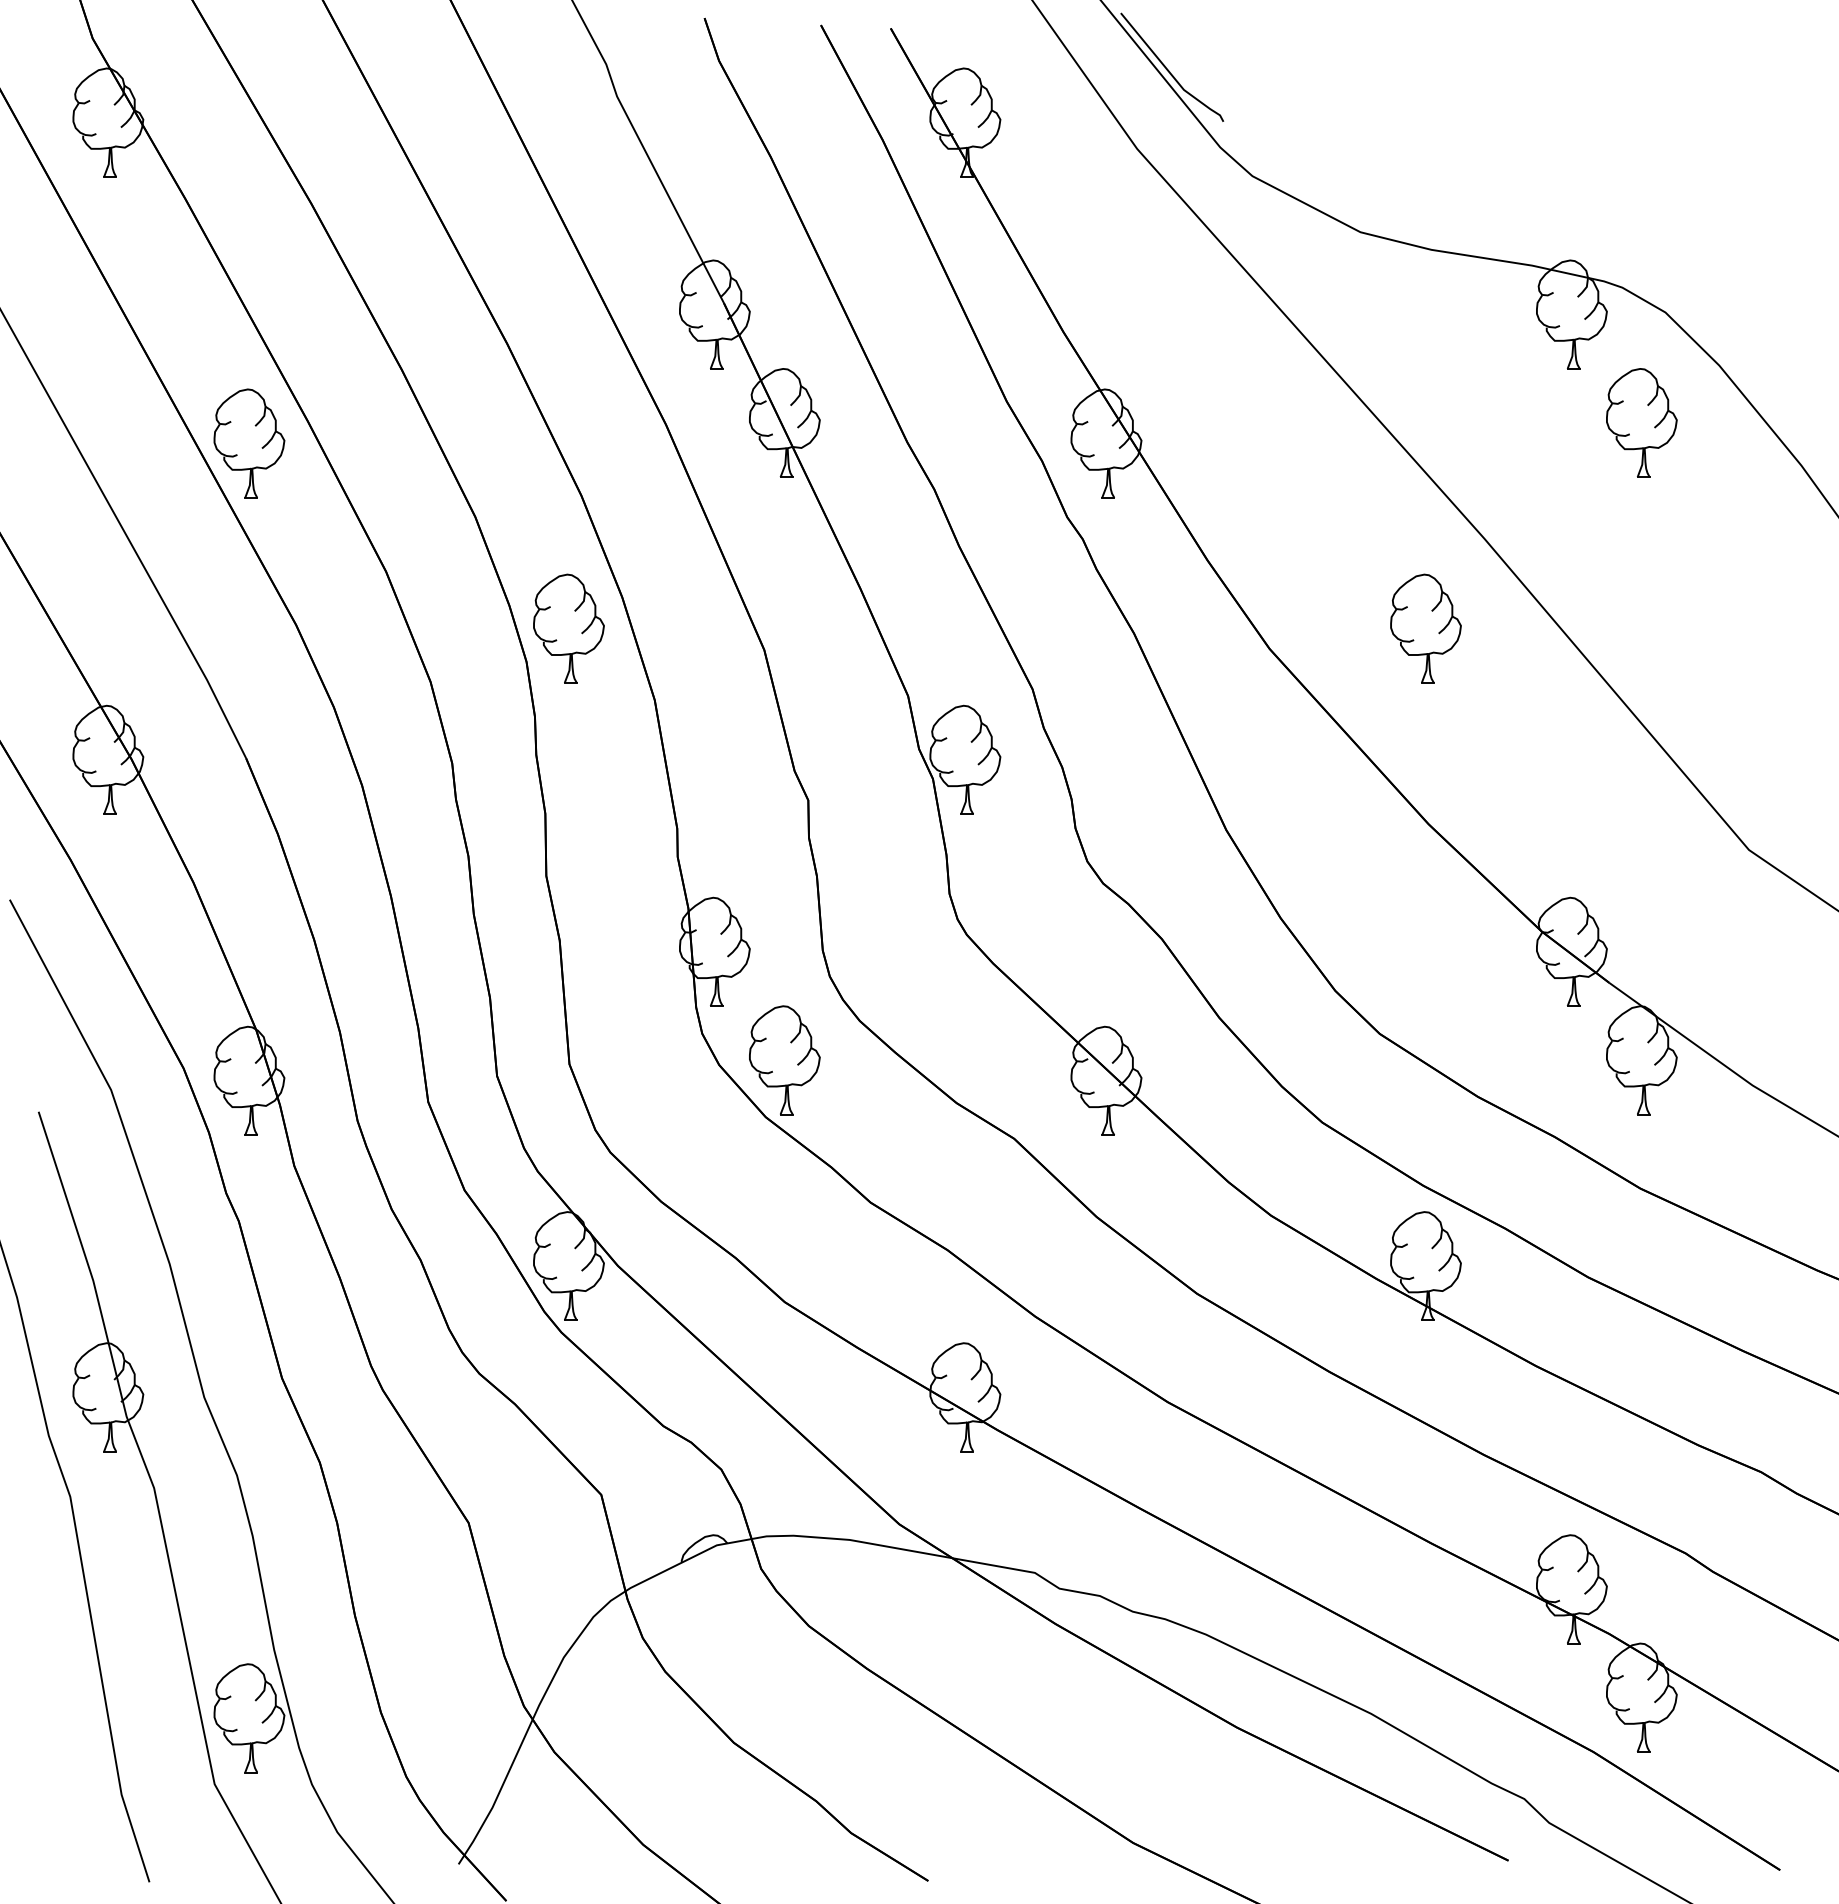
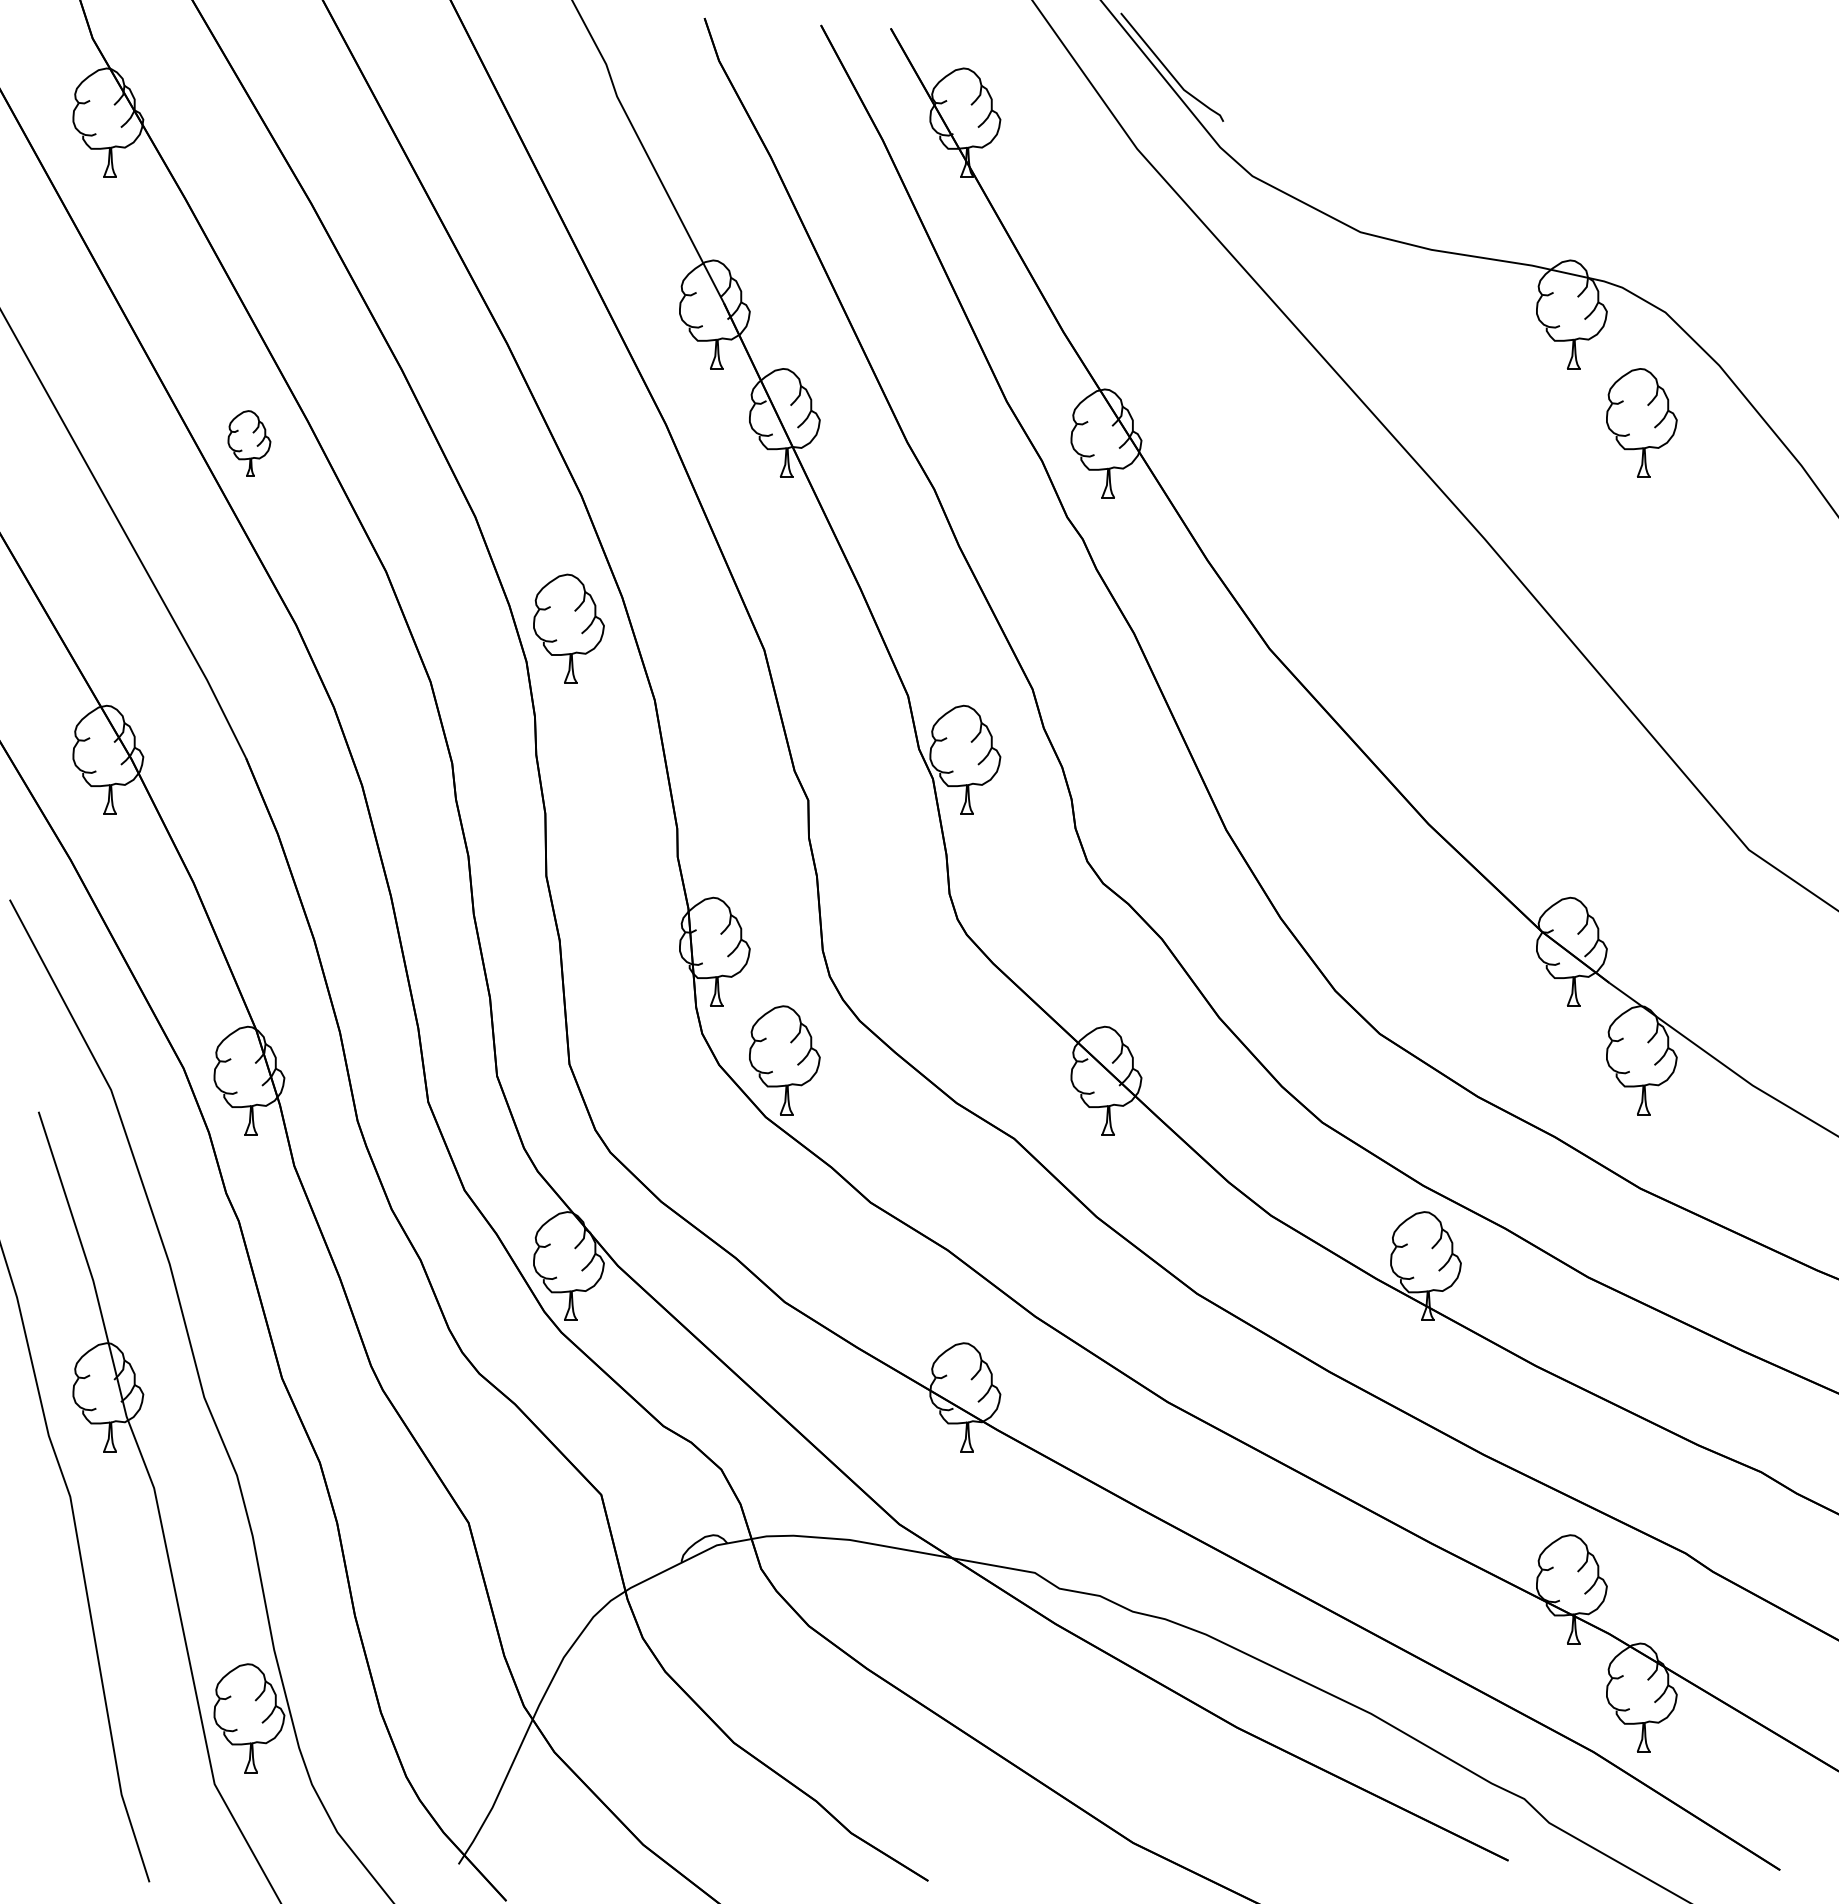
part at (249, 443) size: 73x111 px -> 45x67 px
part at (1425, 628): present -> none
